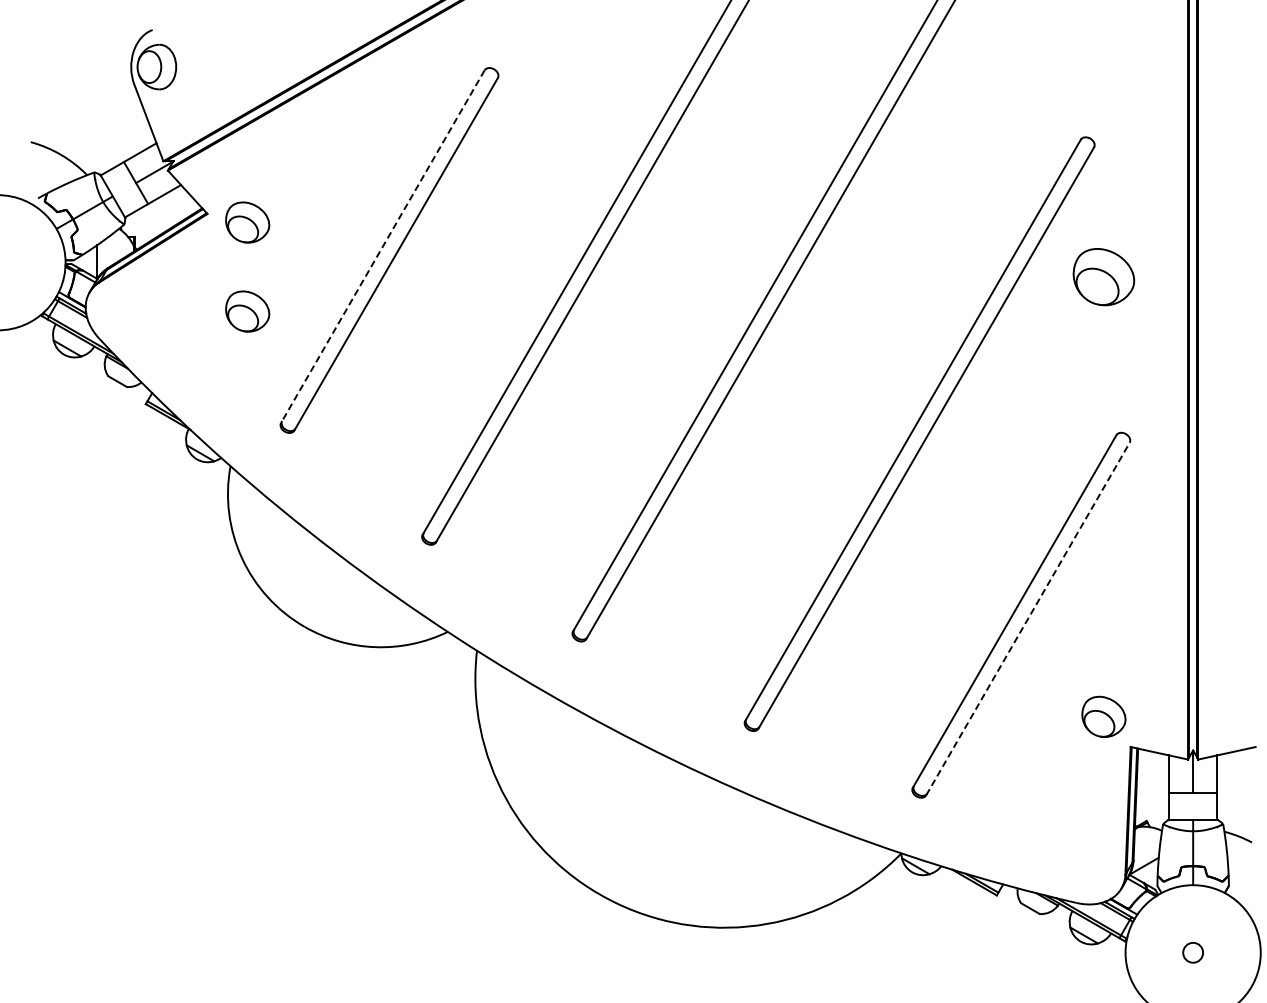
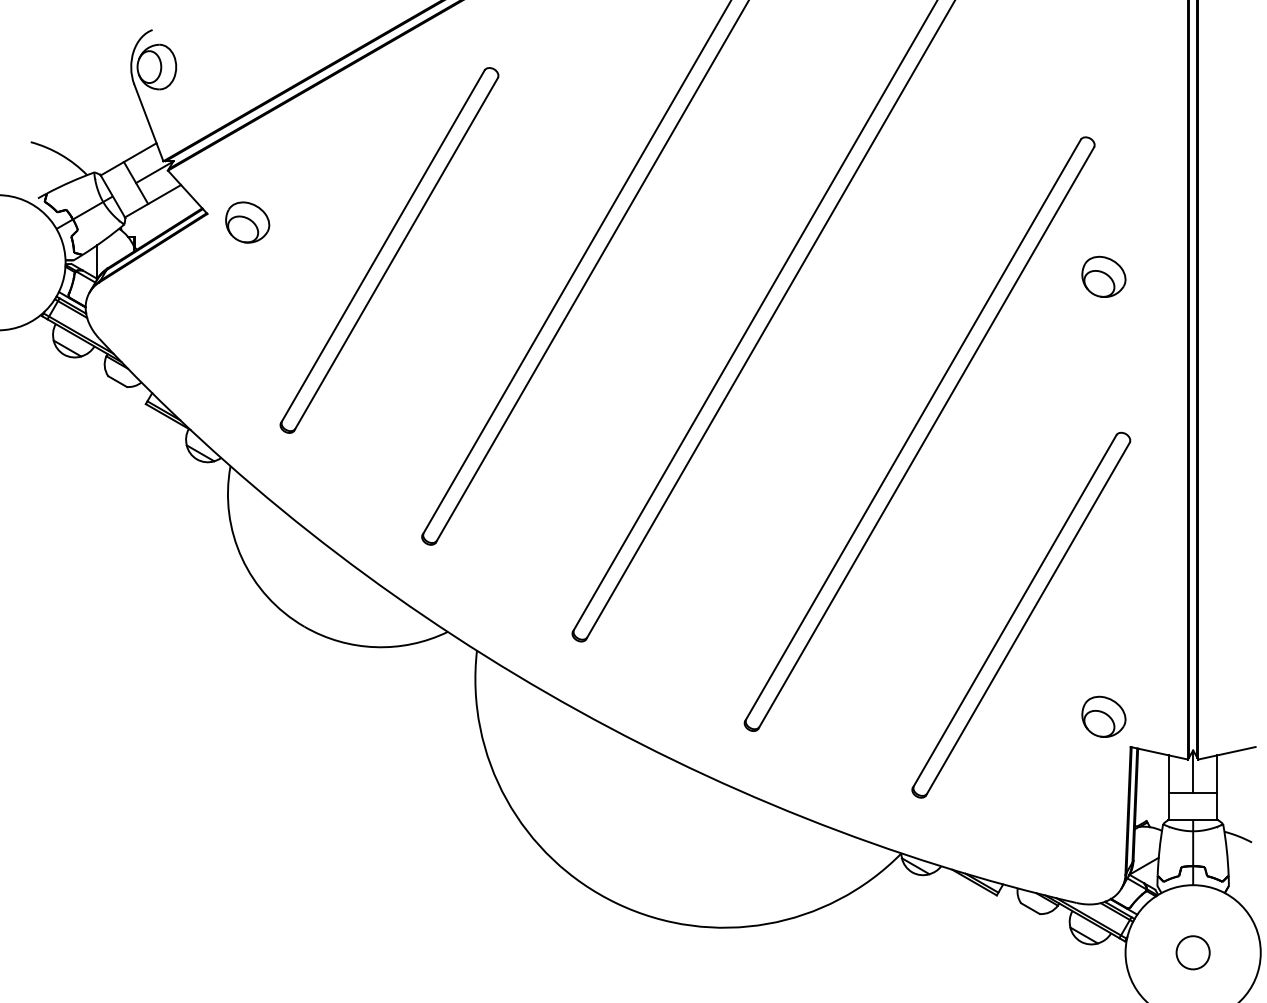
line at (382, 246): dashed -> solid
part at (1103, 277) size: 64x59 px -> 46x43 px
part at (247, 311): present -> none
line at (1027, 619): dashed -> solid
circle at (1193, 952) diameter: 20 px -> 33 px
